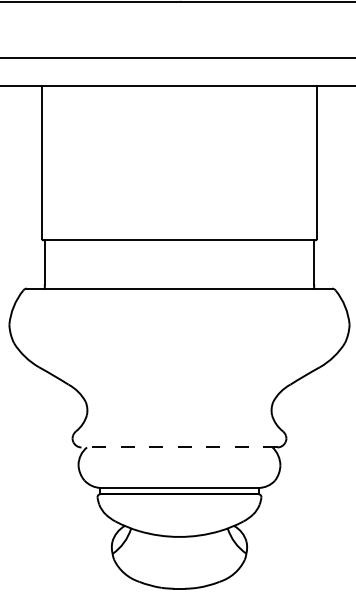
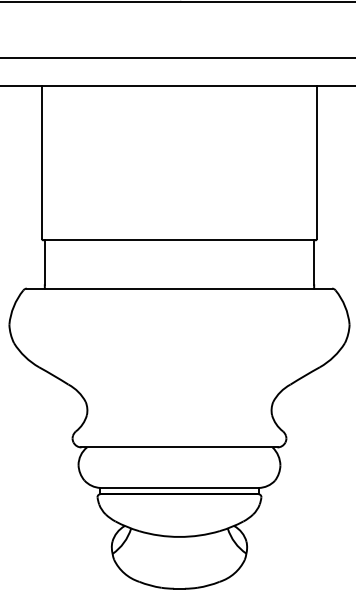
line at (178, 447): dashed -> solid
